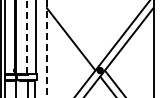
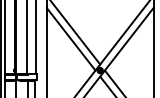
line at (75, 33): none -> present
line at (26, 37): dashed -> solid
line at (46, 48): dashed -> solid
